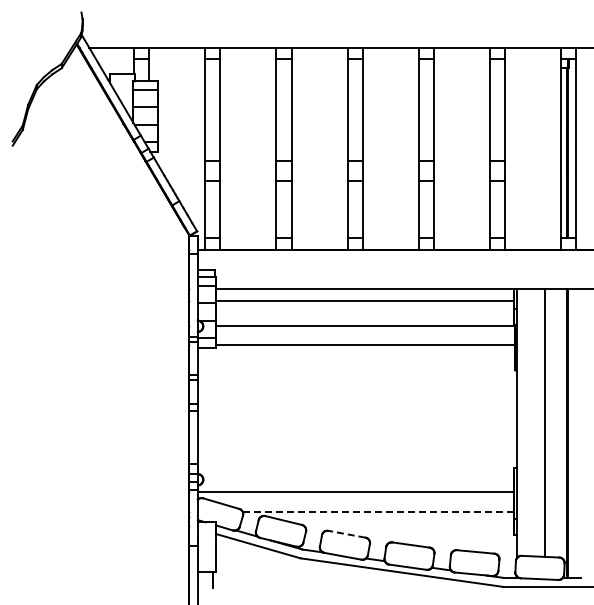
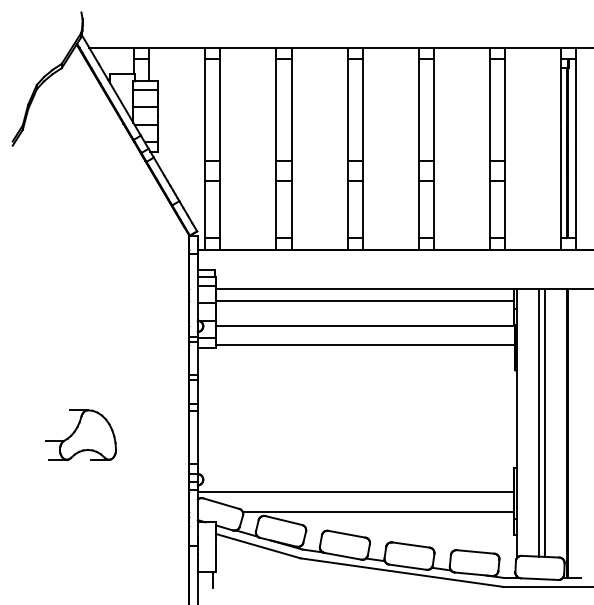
line at (539, 422): none -> present
part at (80, 434): none -> present
line at (378, 511): dashed -> solid
line at (346, 534): dashed -> solid
